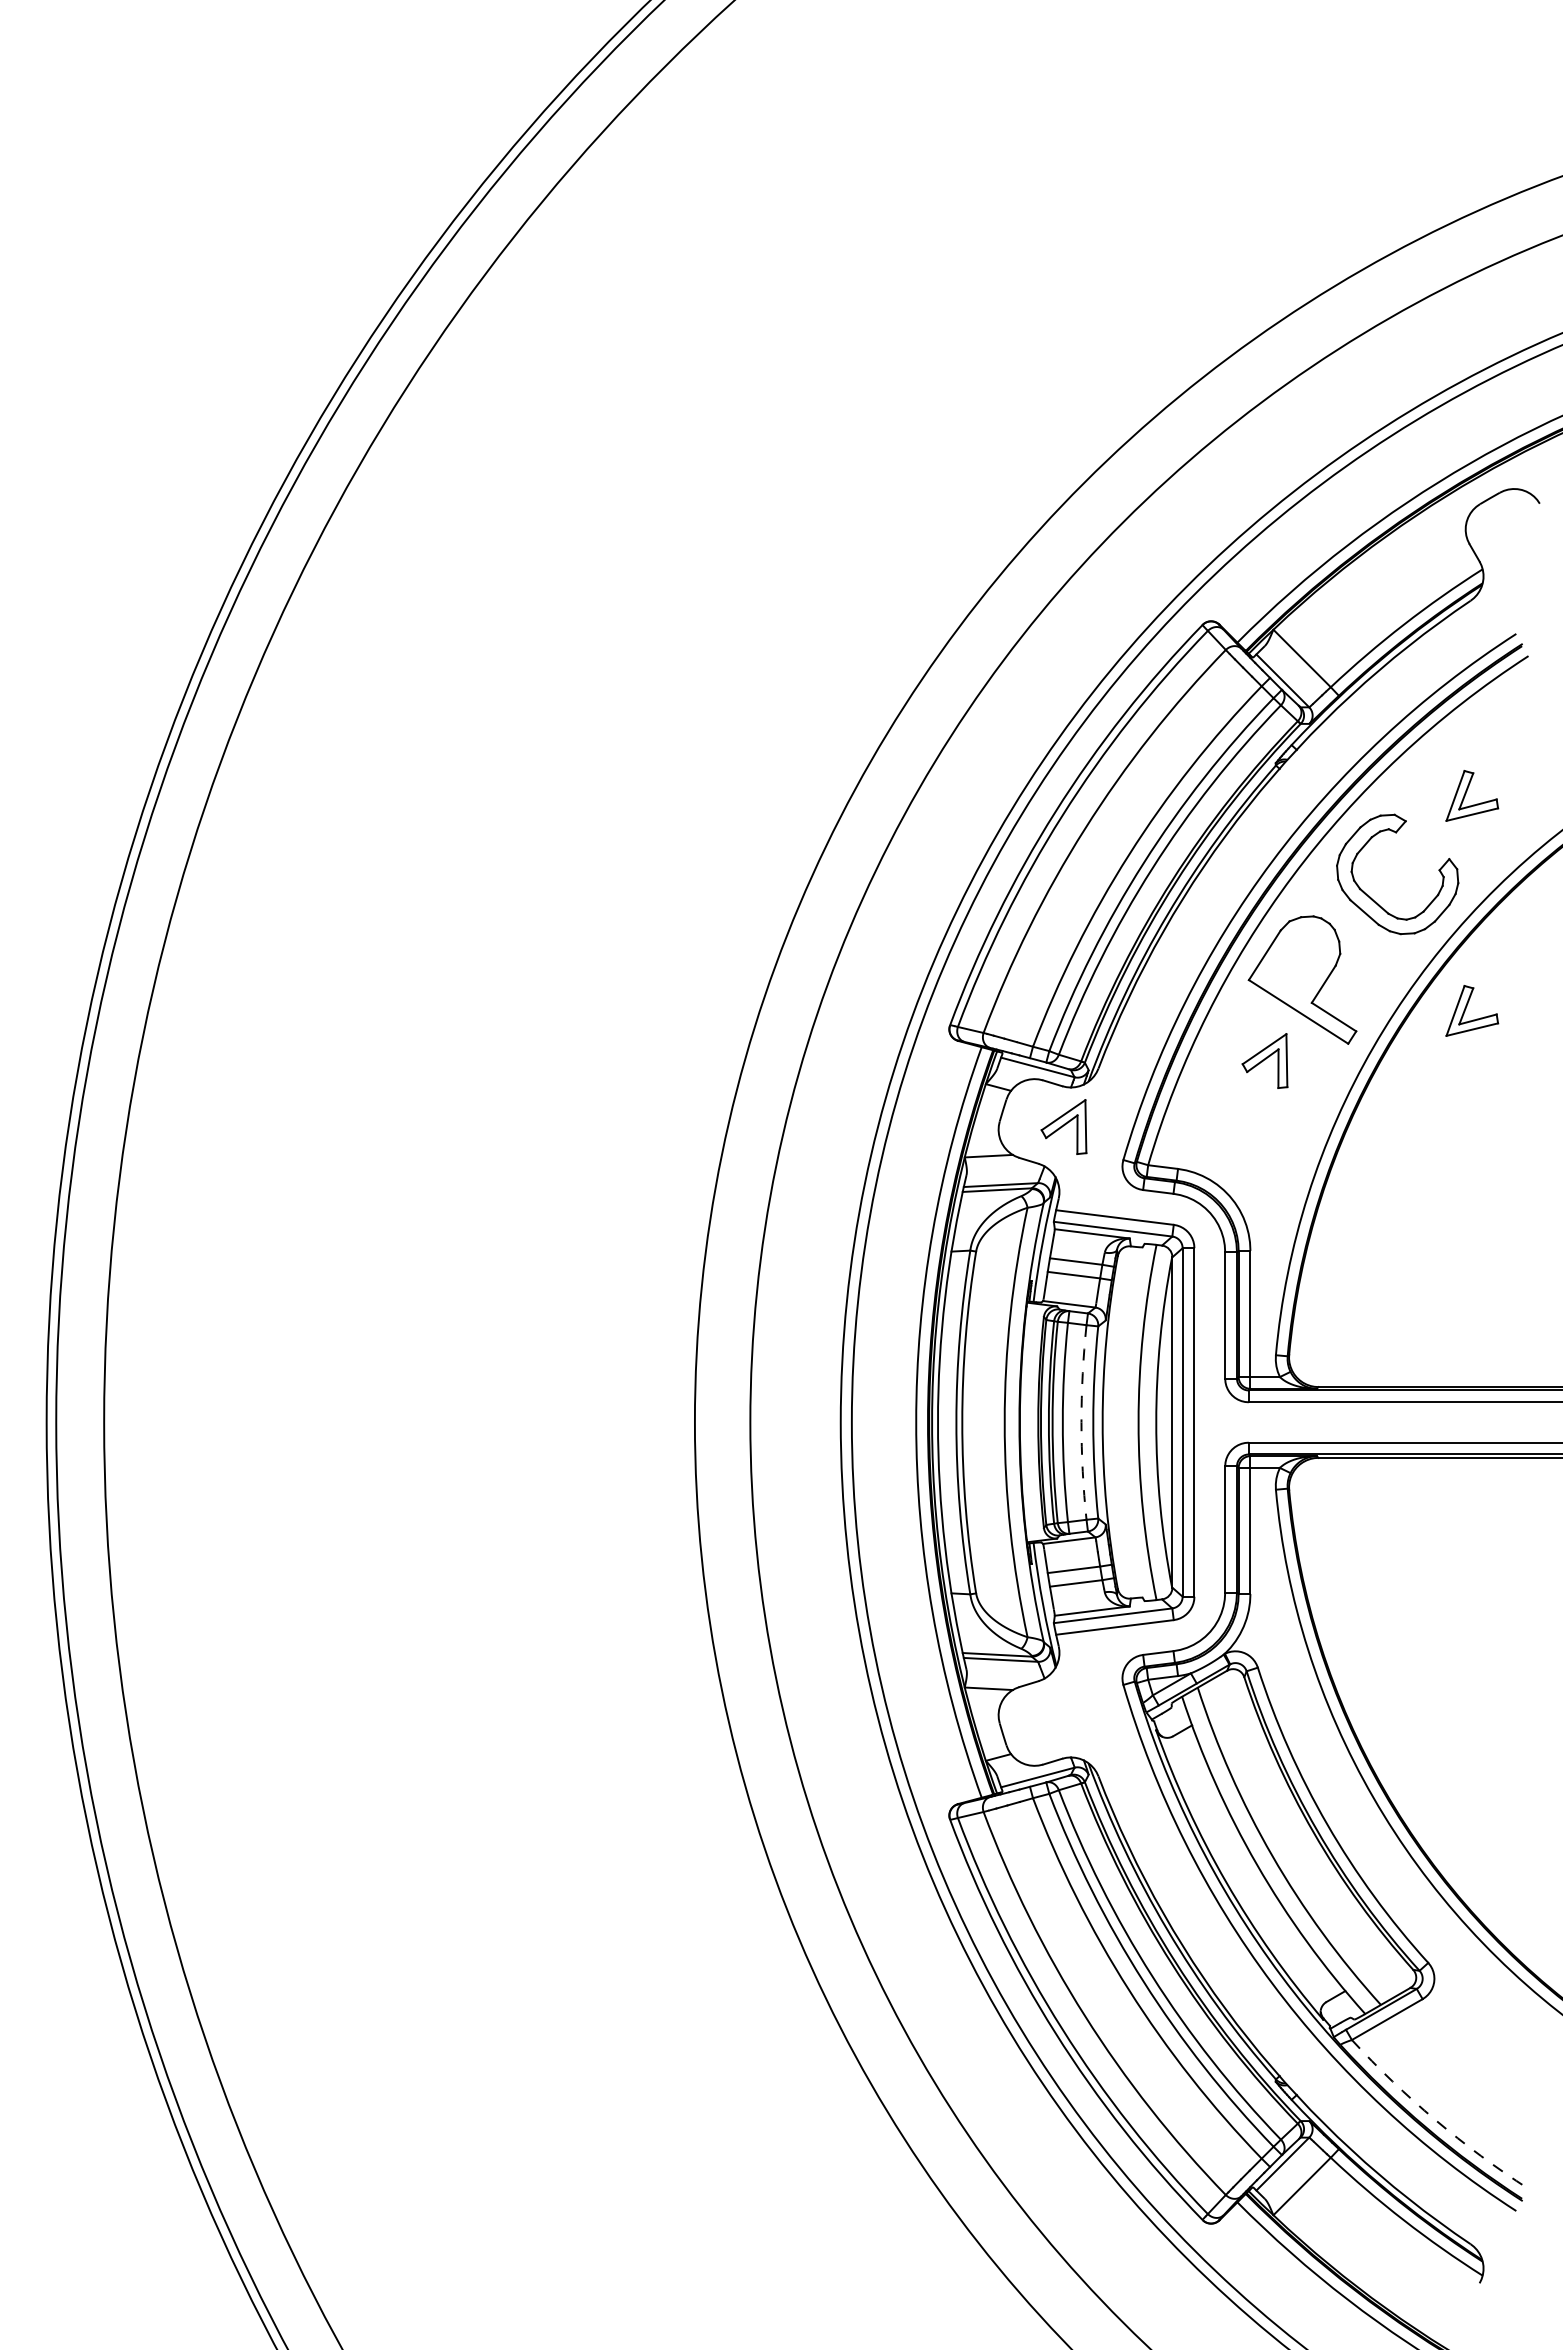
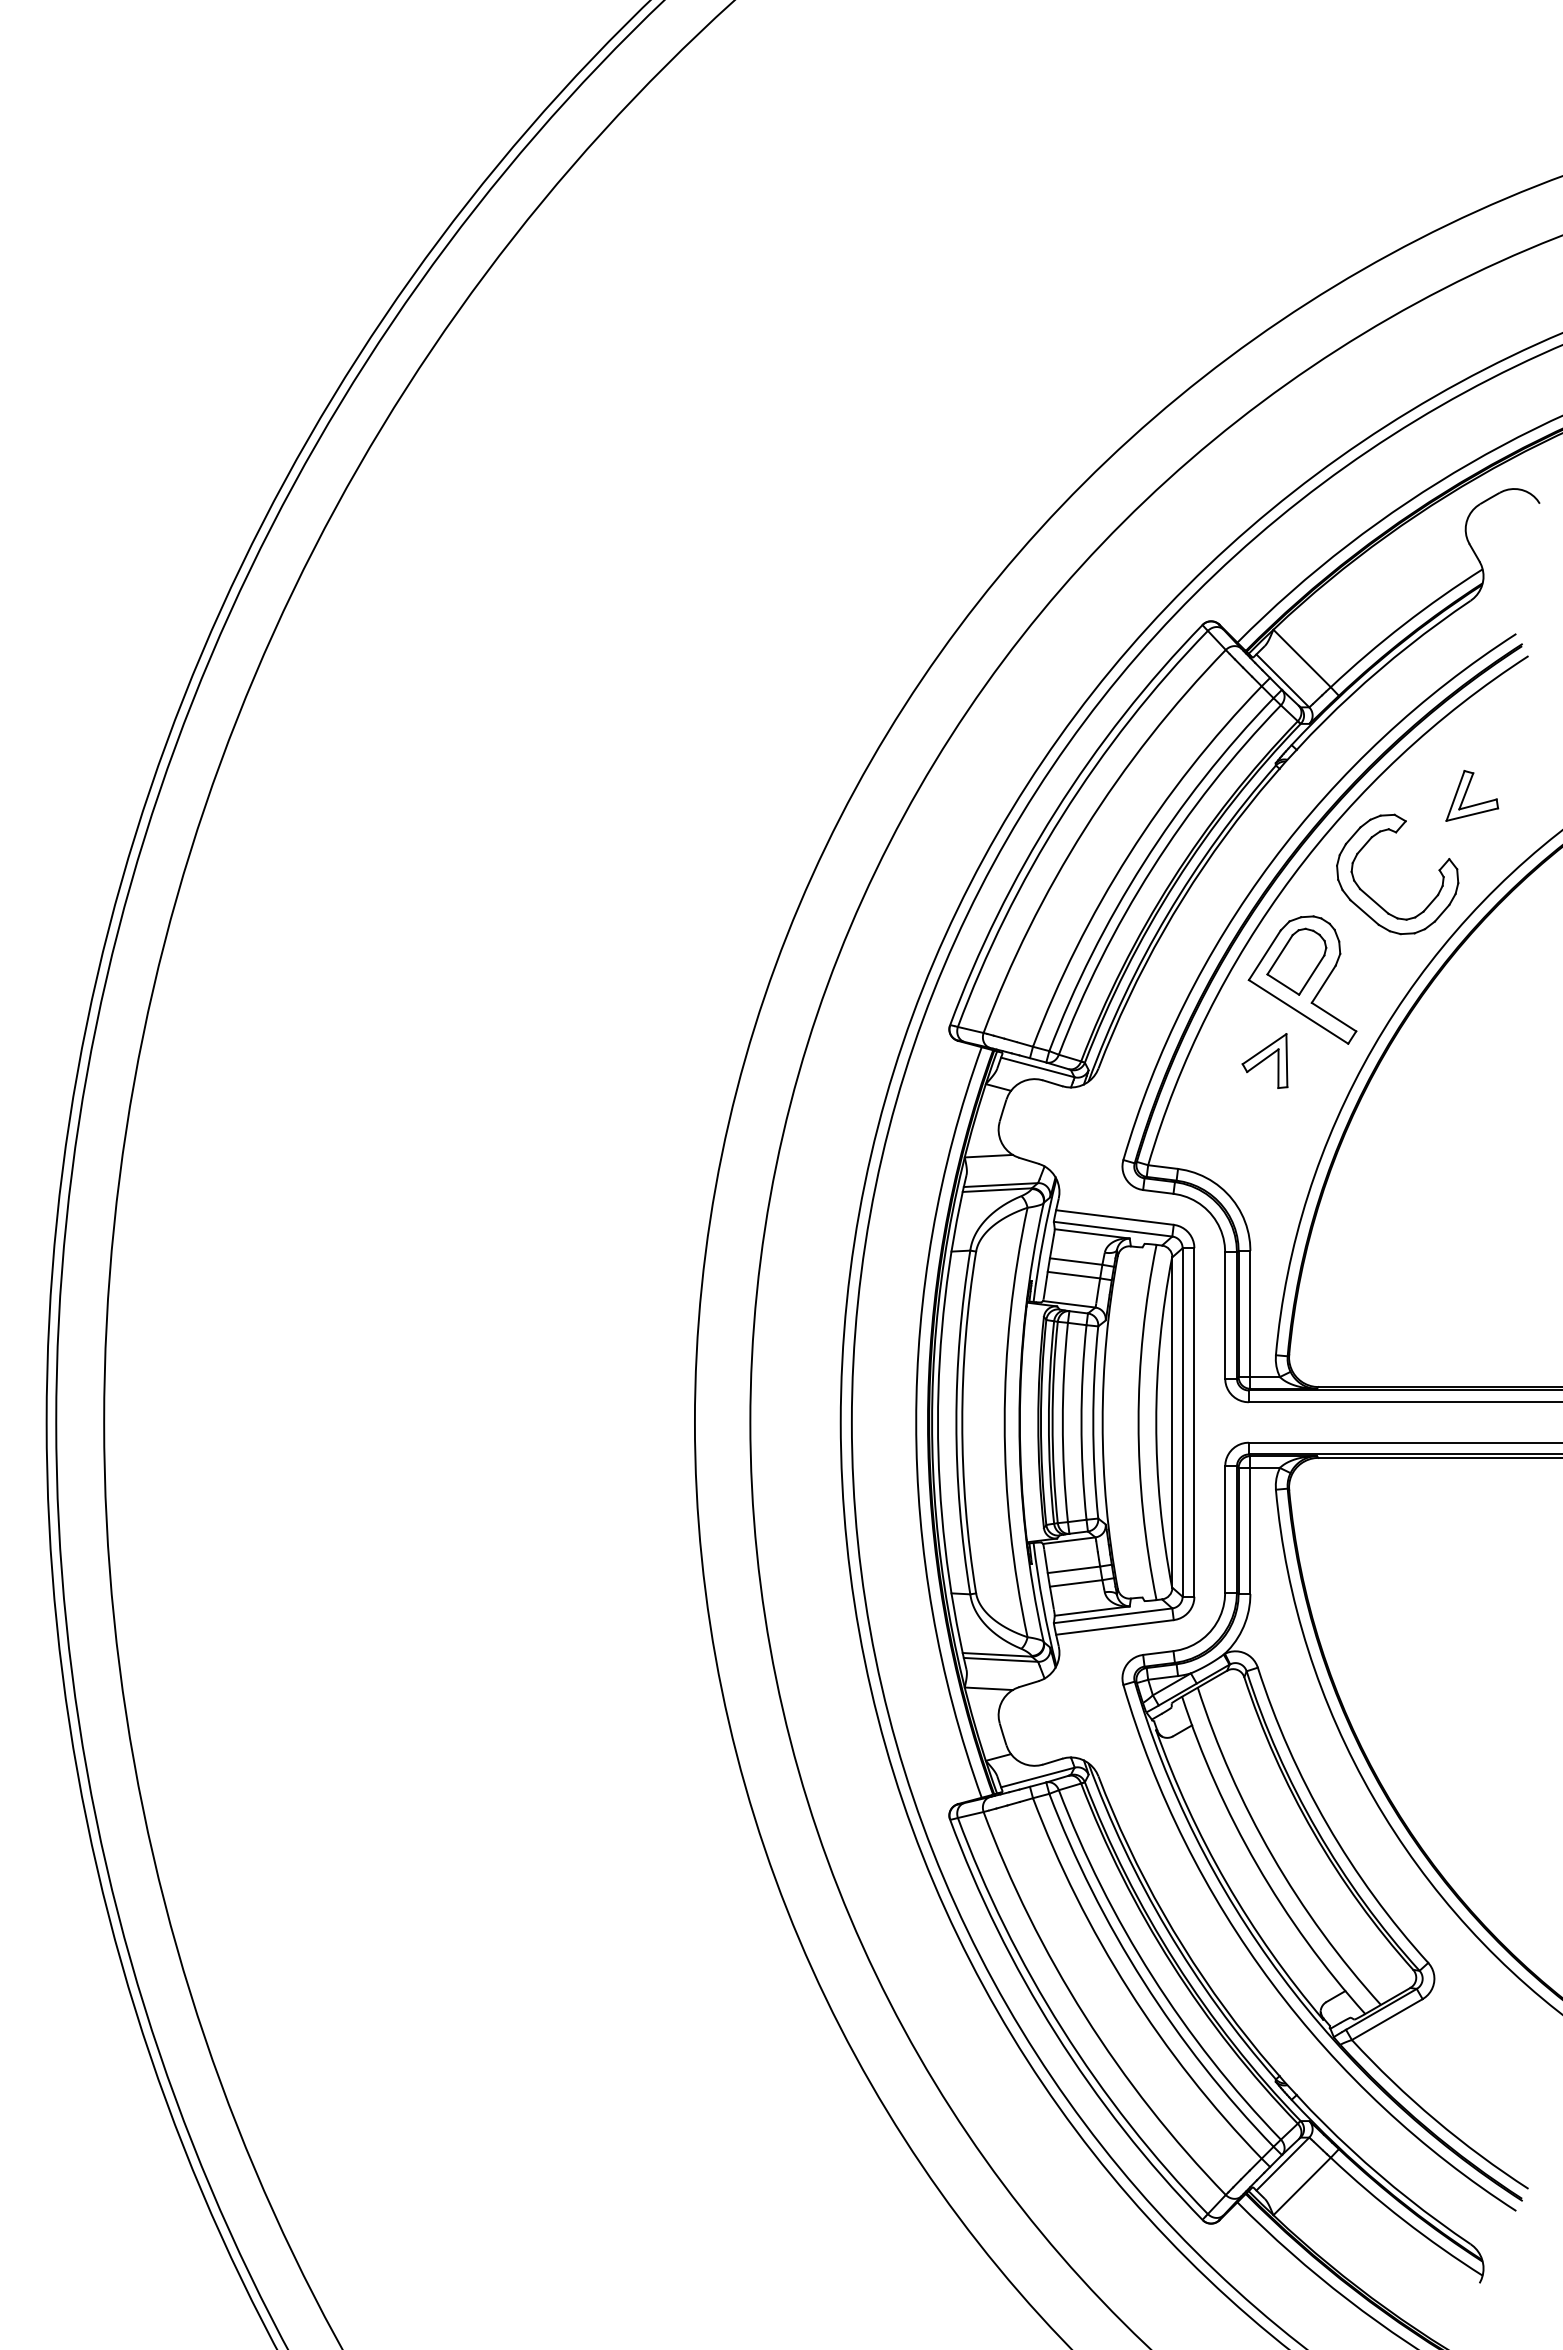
part at (1296, 961): none -> present
part at (1466, 1009): present -> none
part at (1063, 1126): present -> none
arc at (1081, 1422): dashed -> solid
arc at (1435, 2120): dashed -> solid
